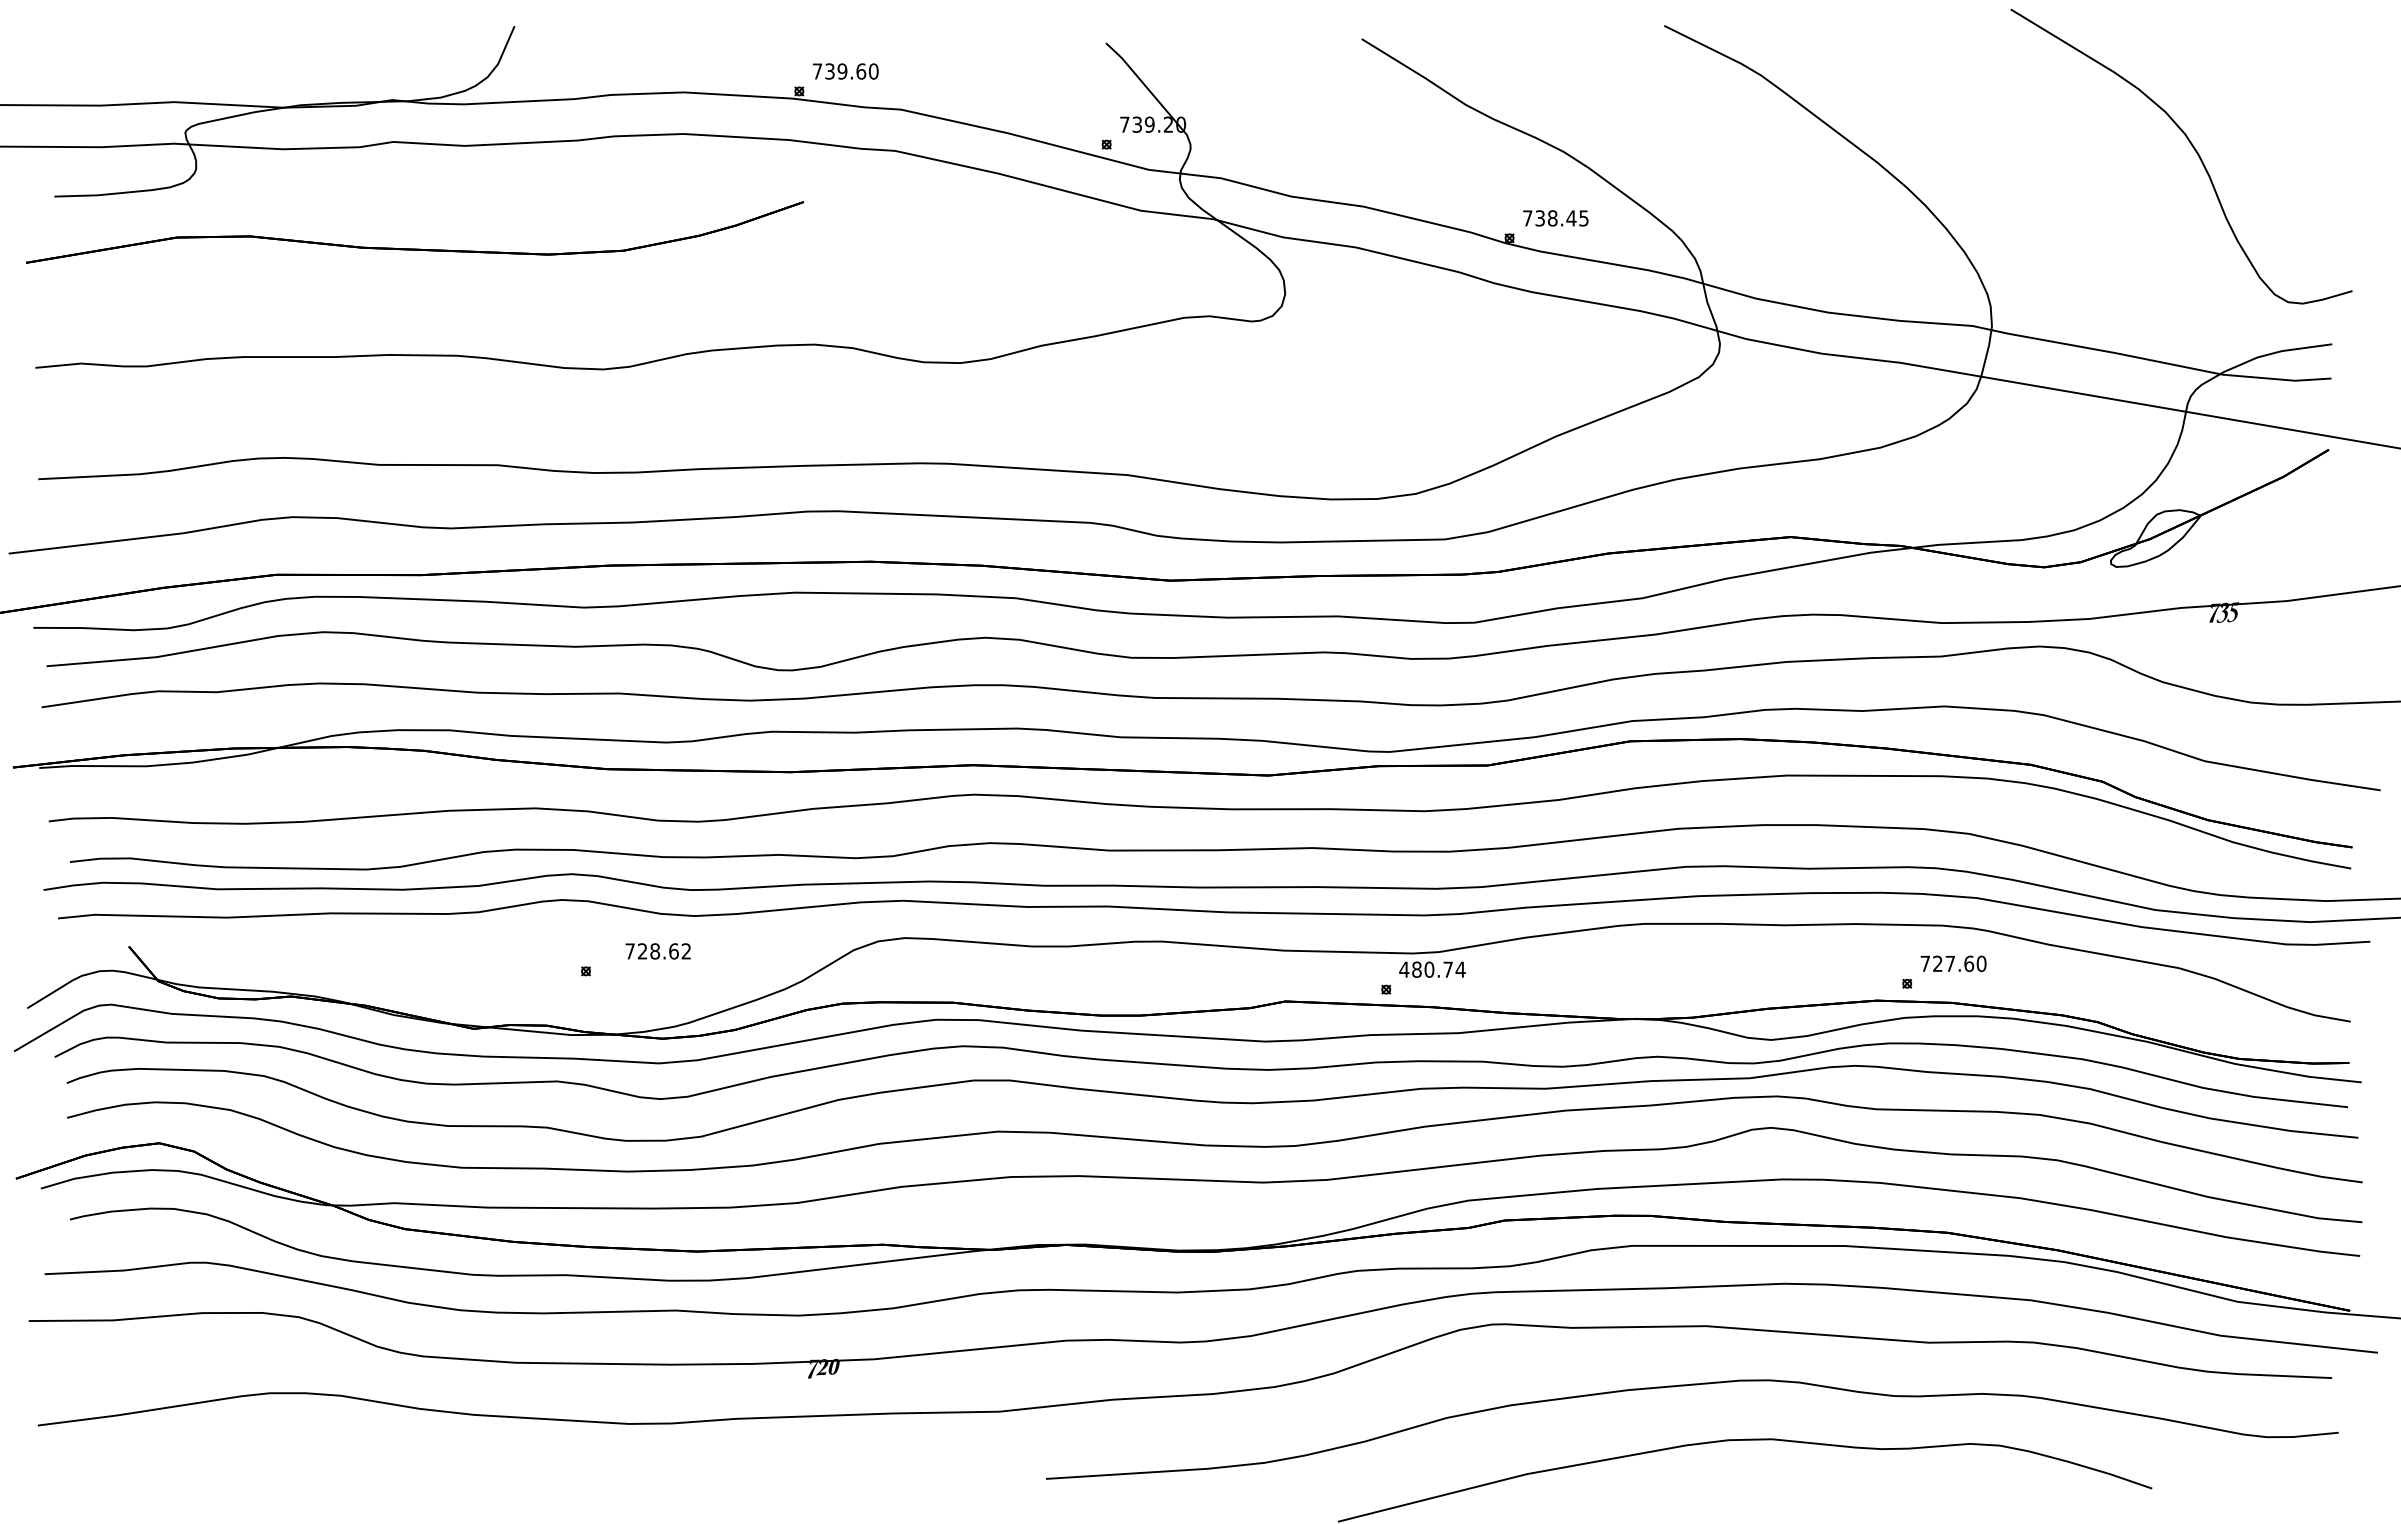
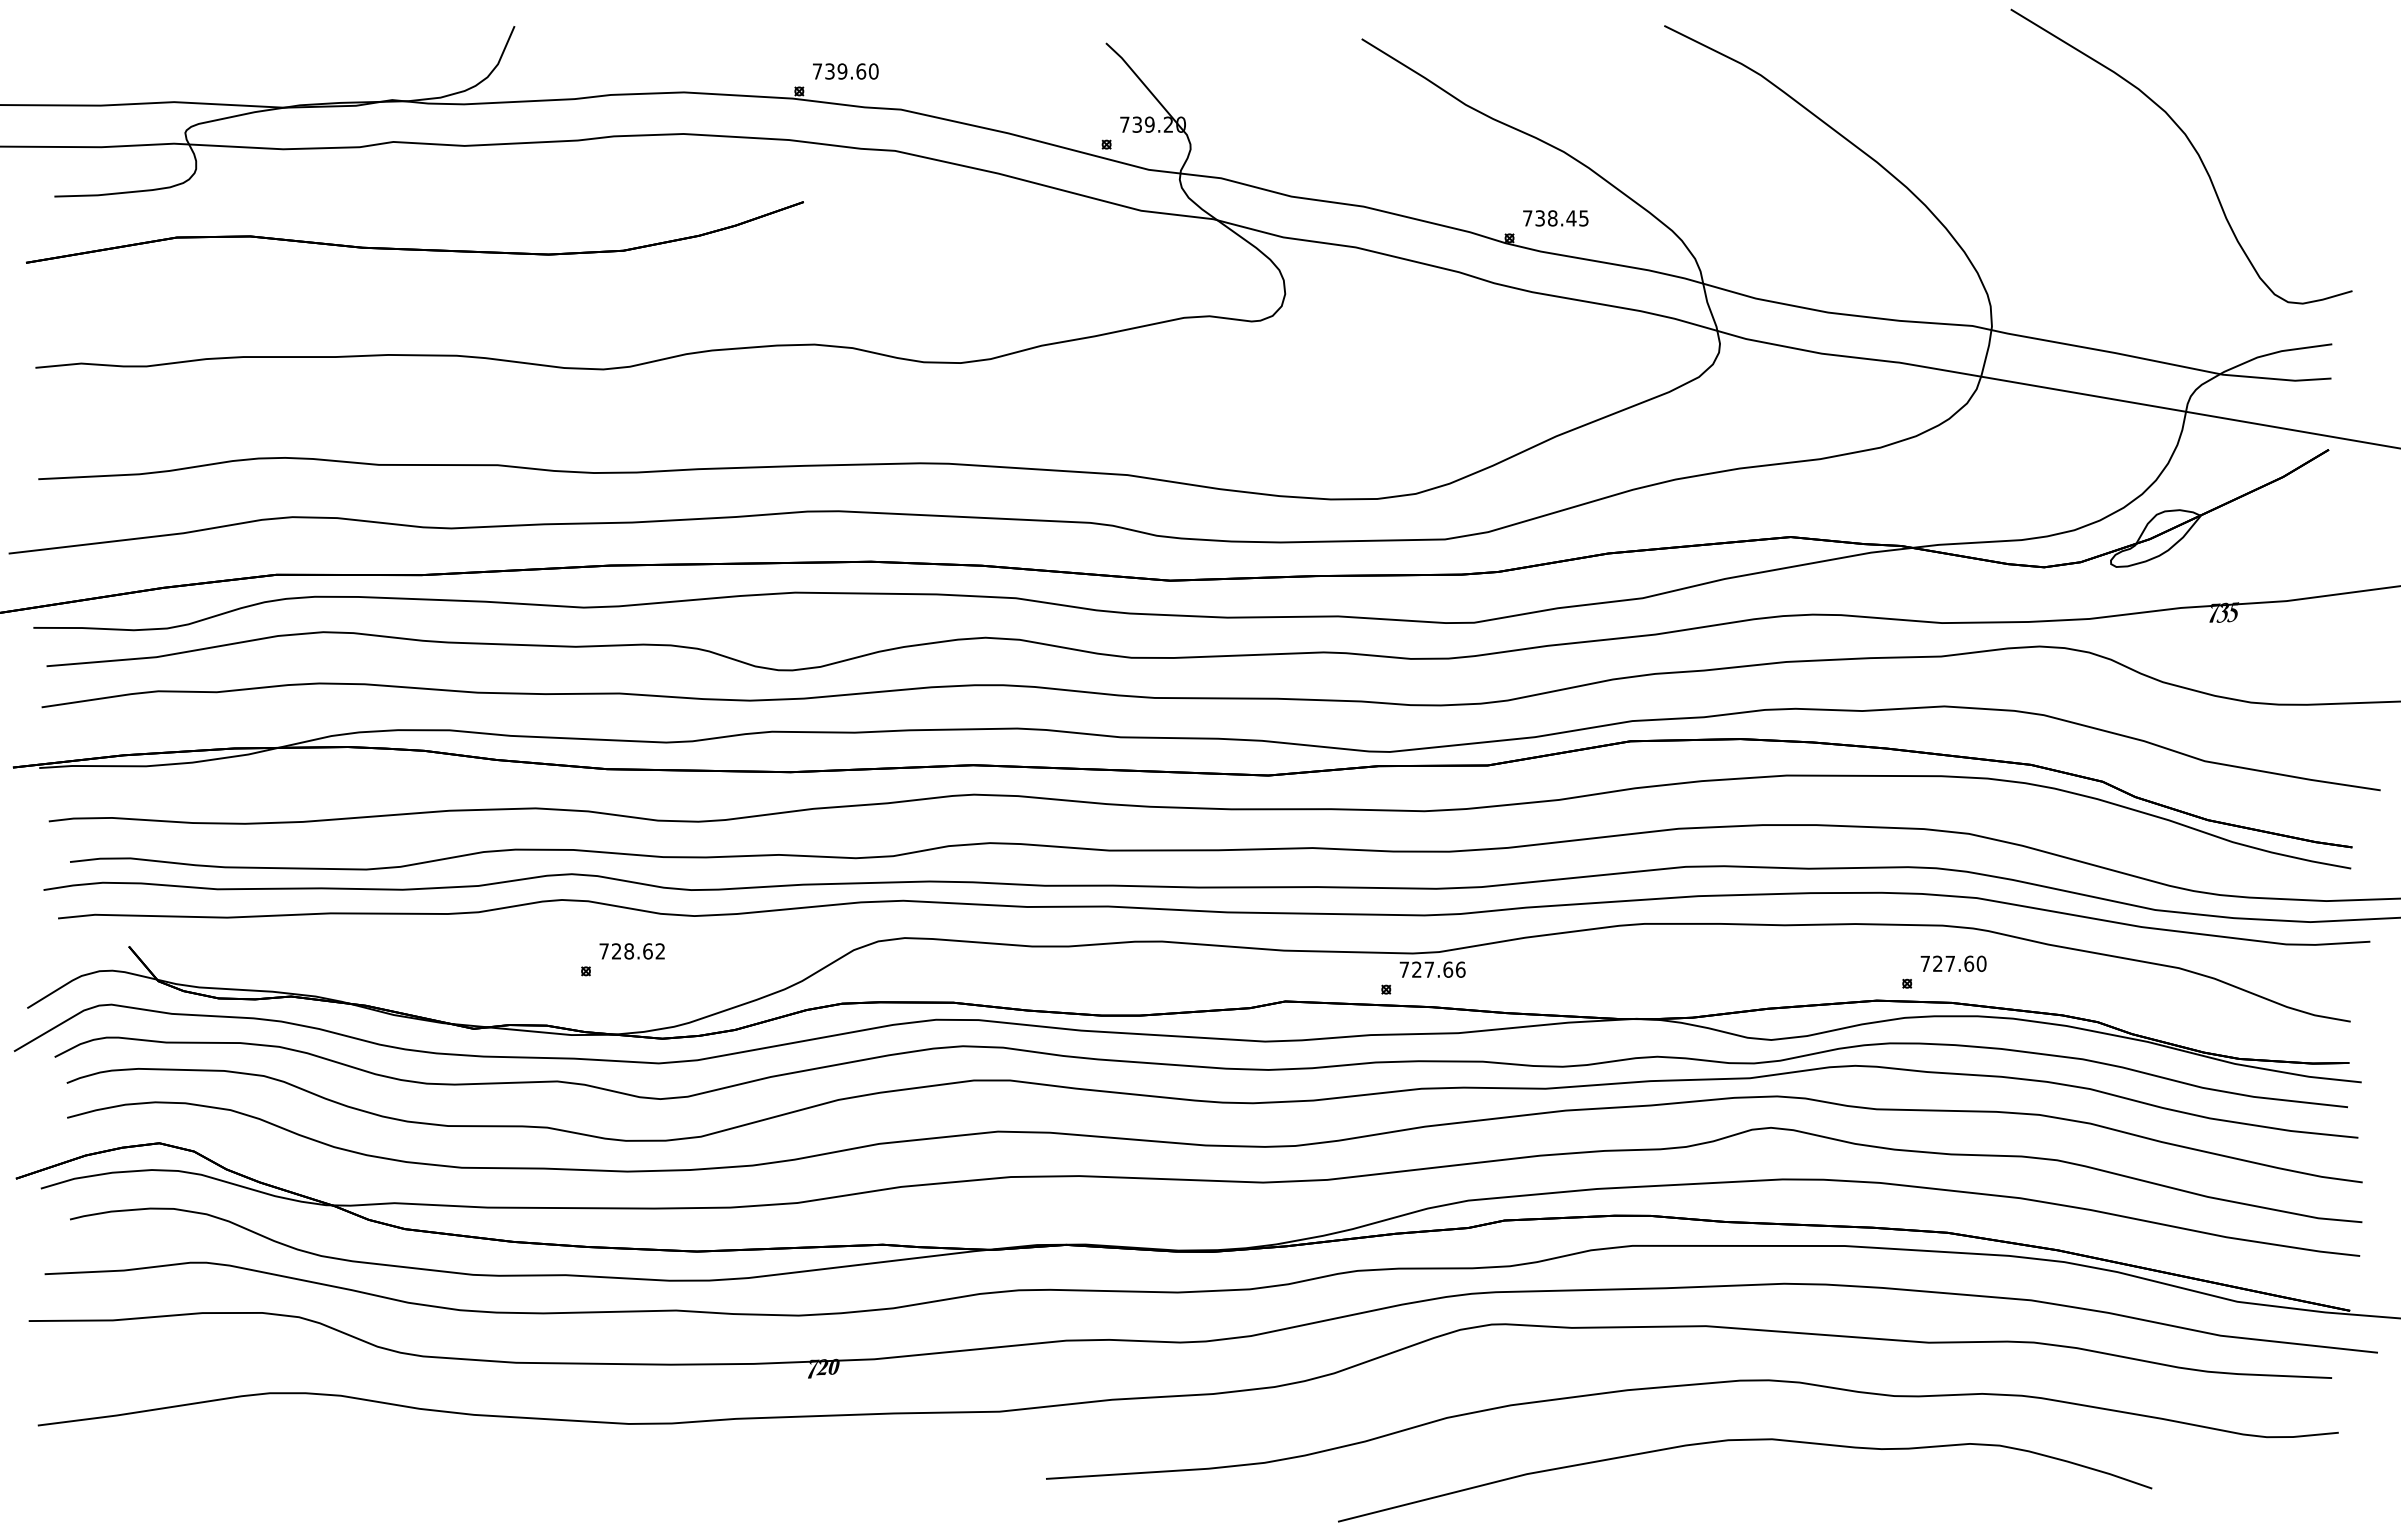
text at (657, 951) position: (657, 951) -> (631, 951)
text at (1432, 969): 480.74 -> 727.66
